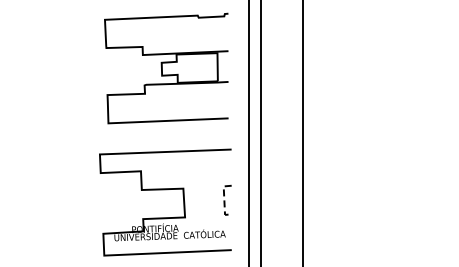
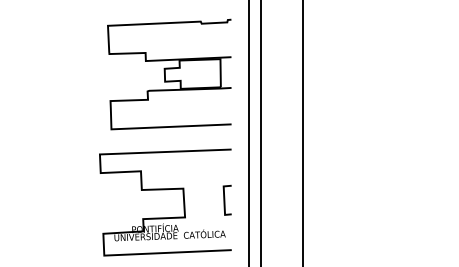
part at (166, 68) position: (166, 68) -> (169, 74)
line at (224, 200): dashed -> solid
